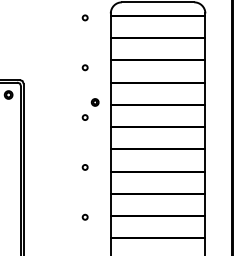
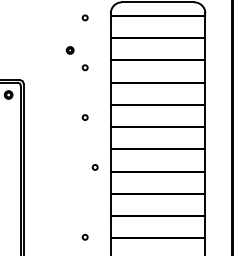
part at (94, 102) position: (94, 102) -> (69, 50)
circle at (84, 167) position: (84, 167) -> (94, 167)
circle at (84, 216) position: (84, 216) -> (84, 236)
